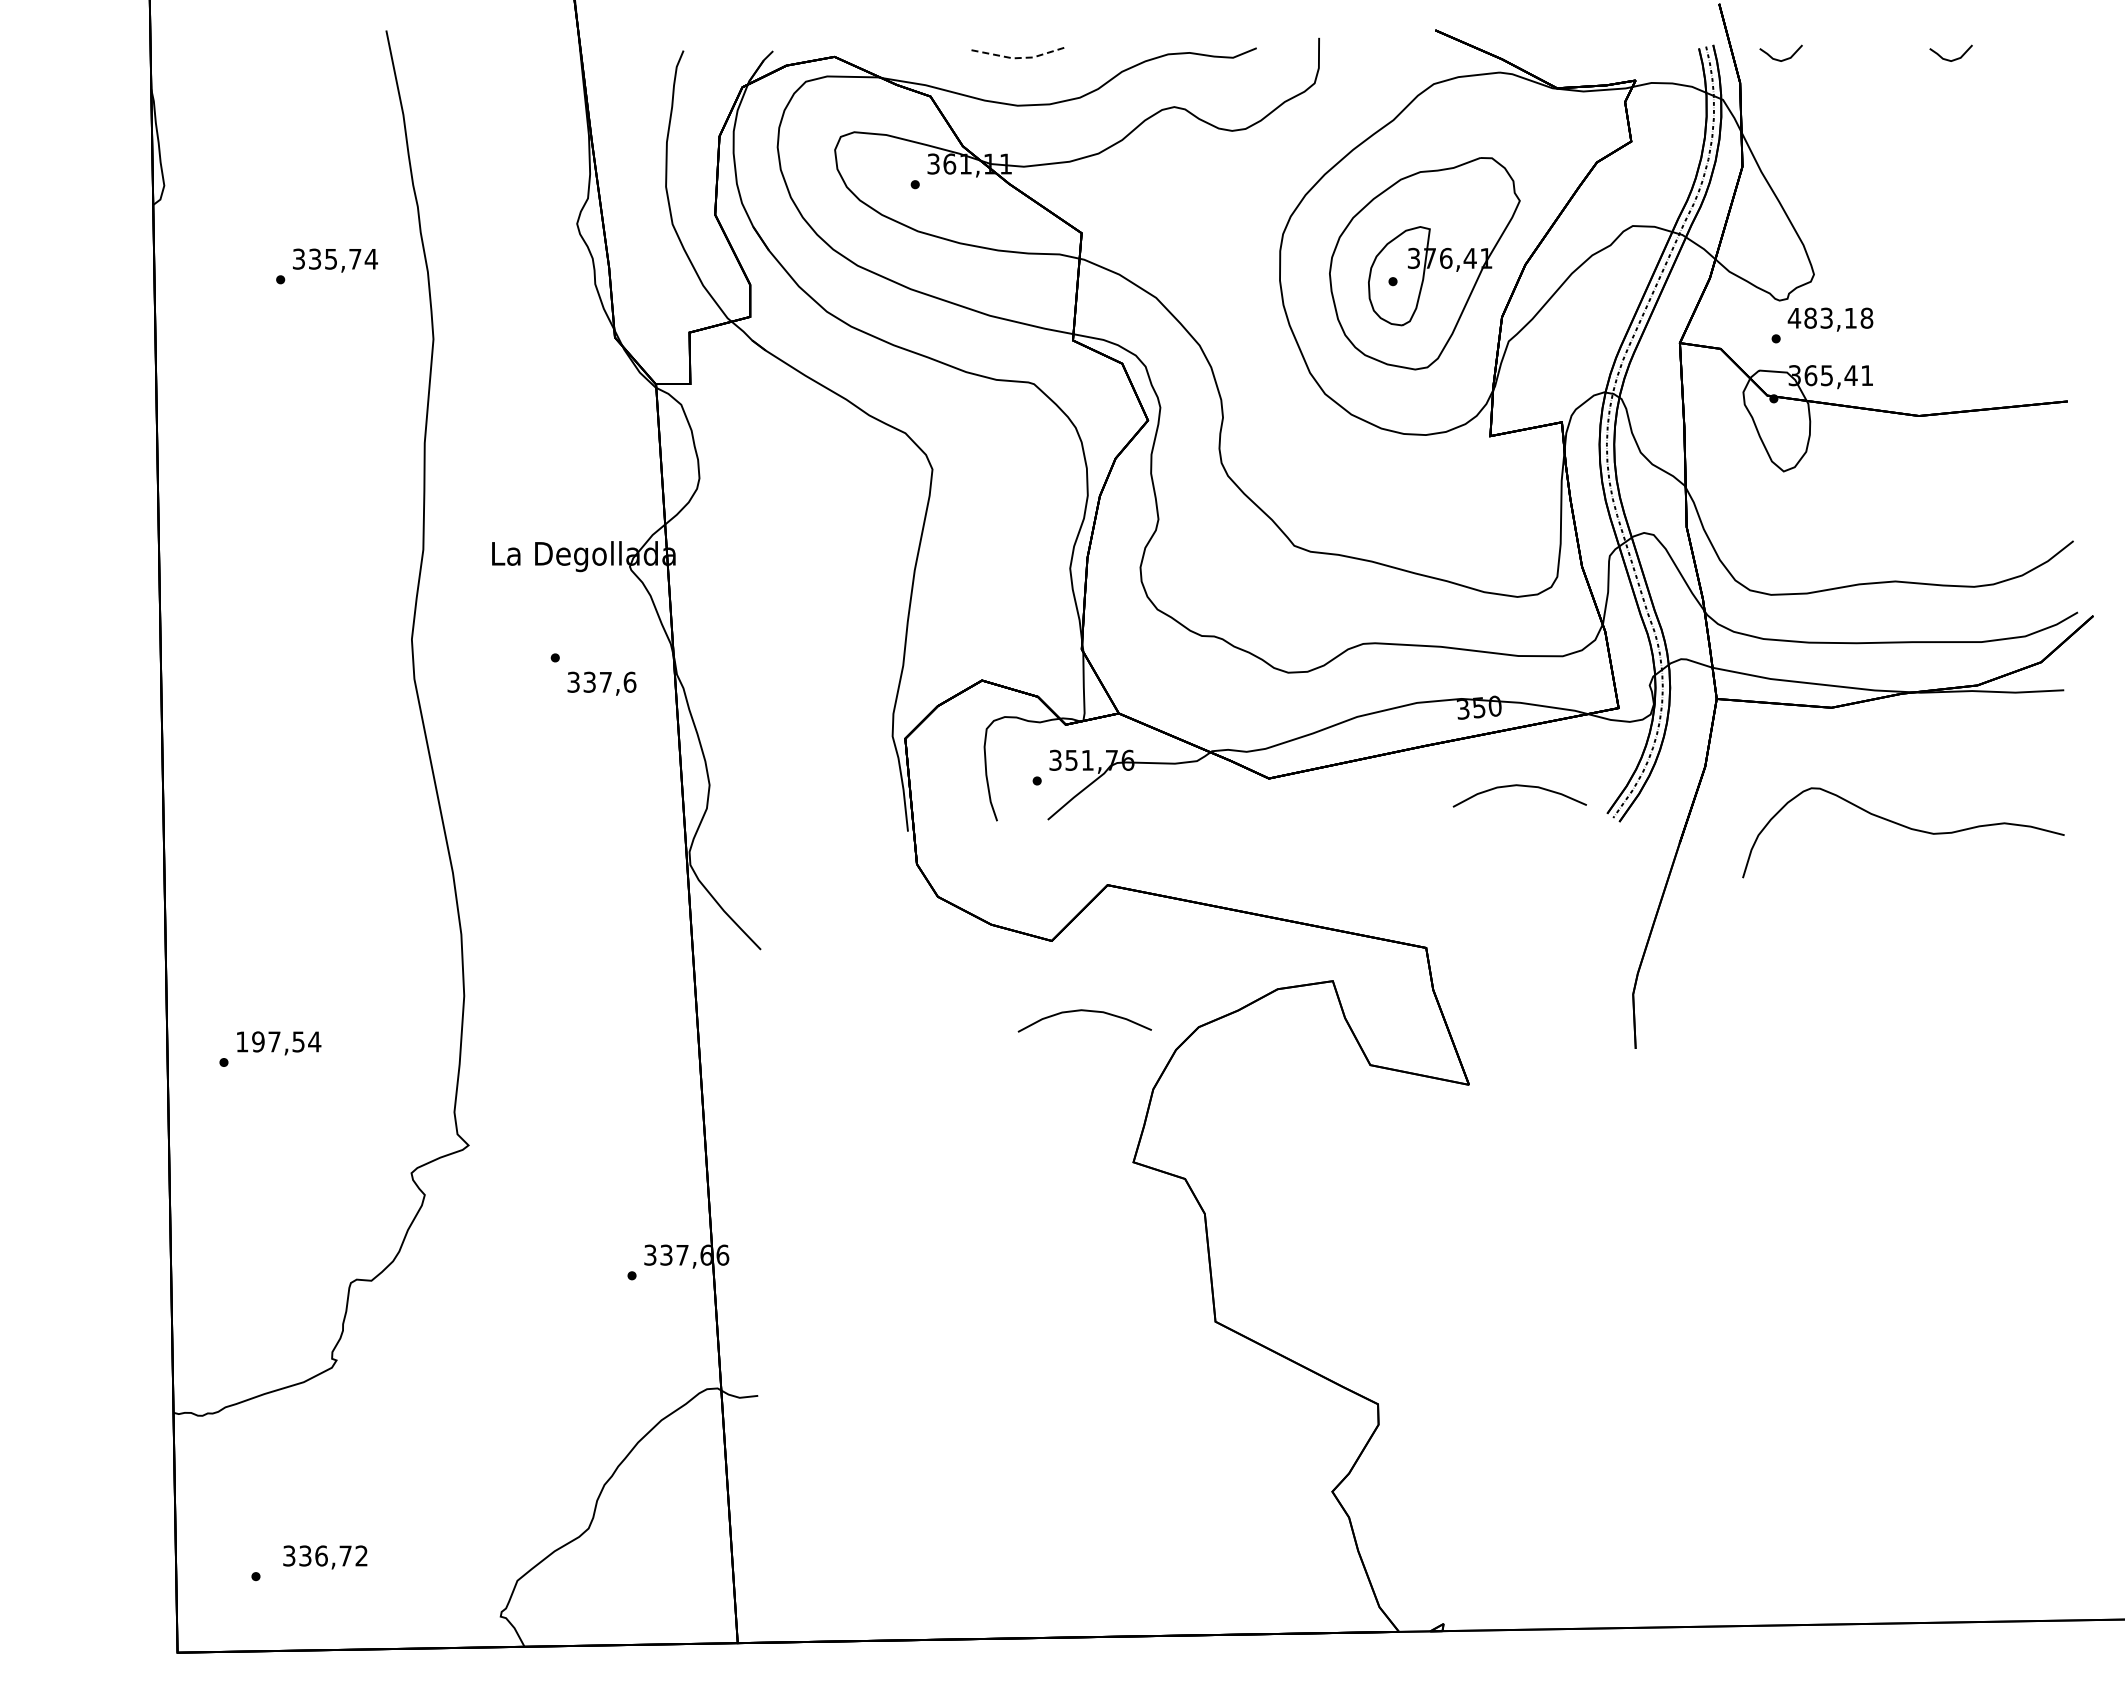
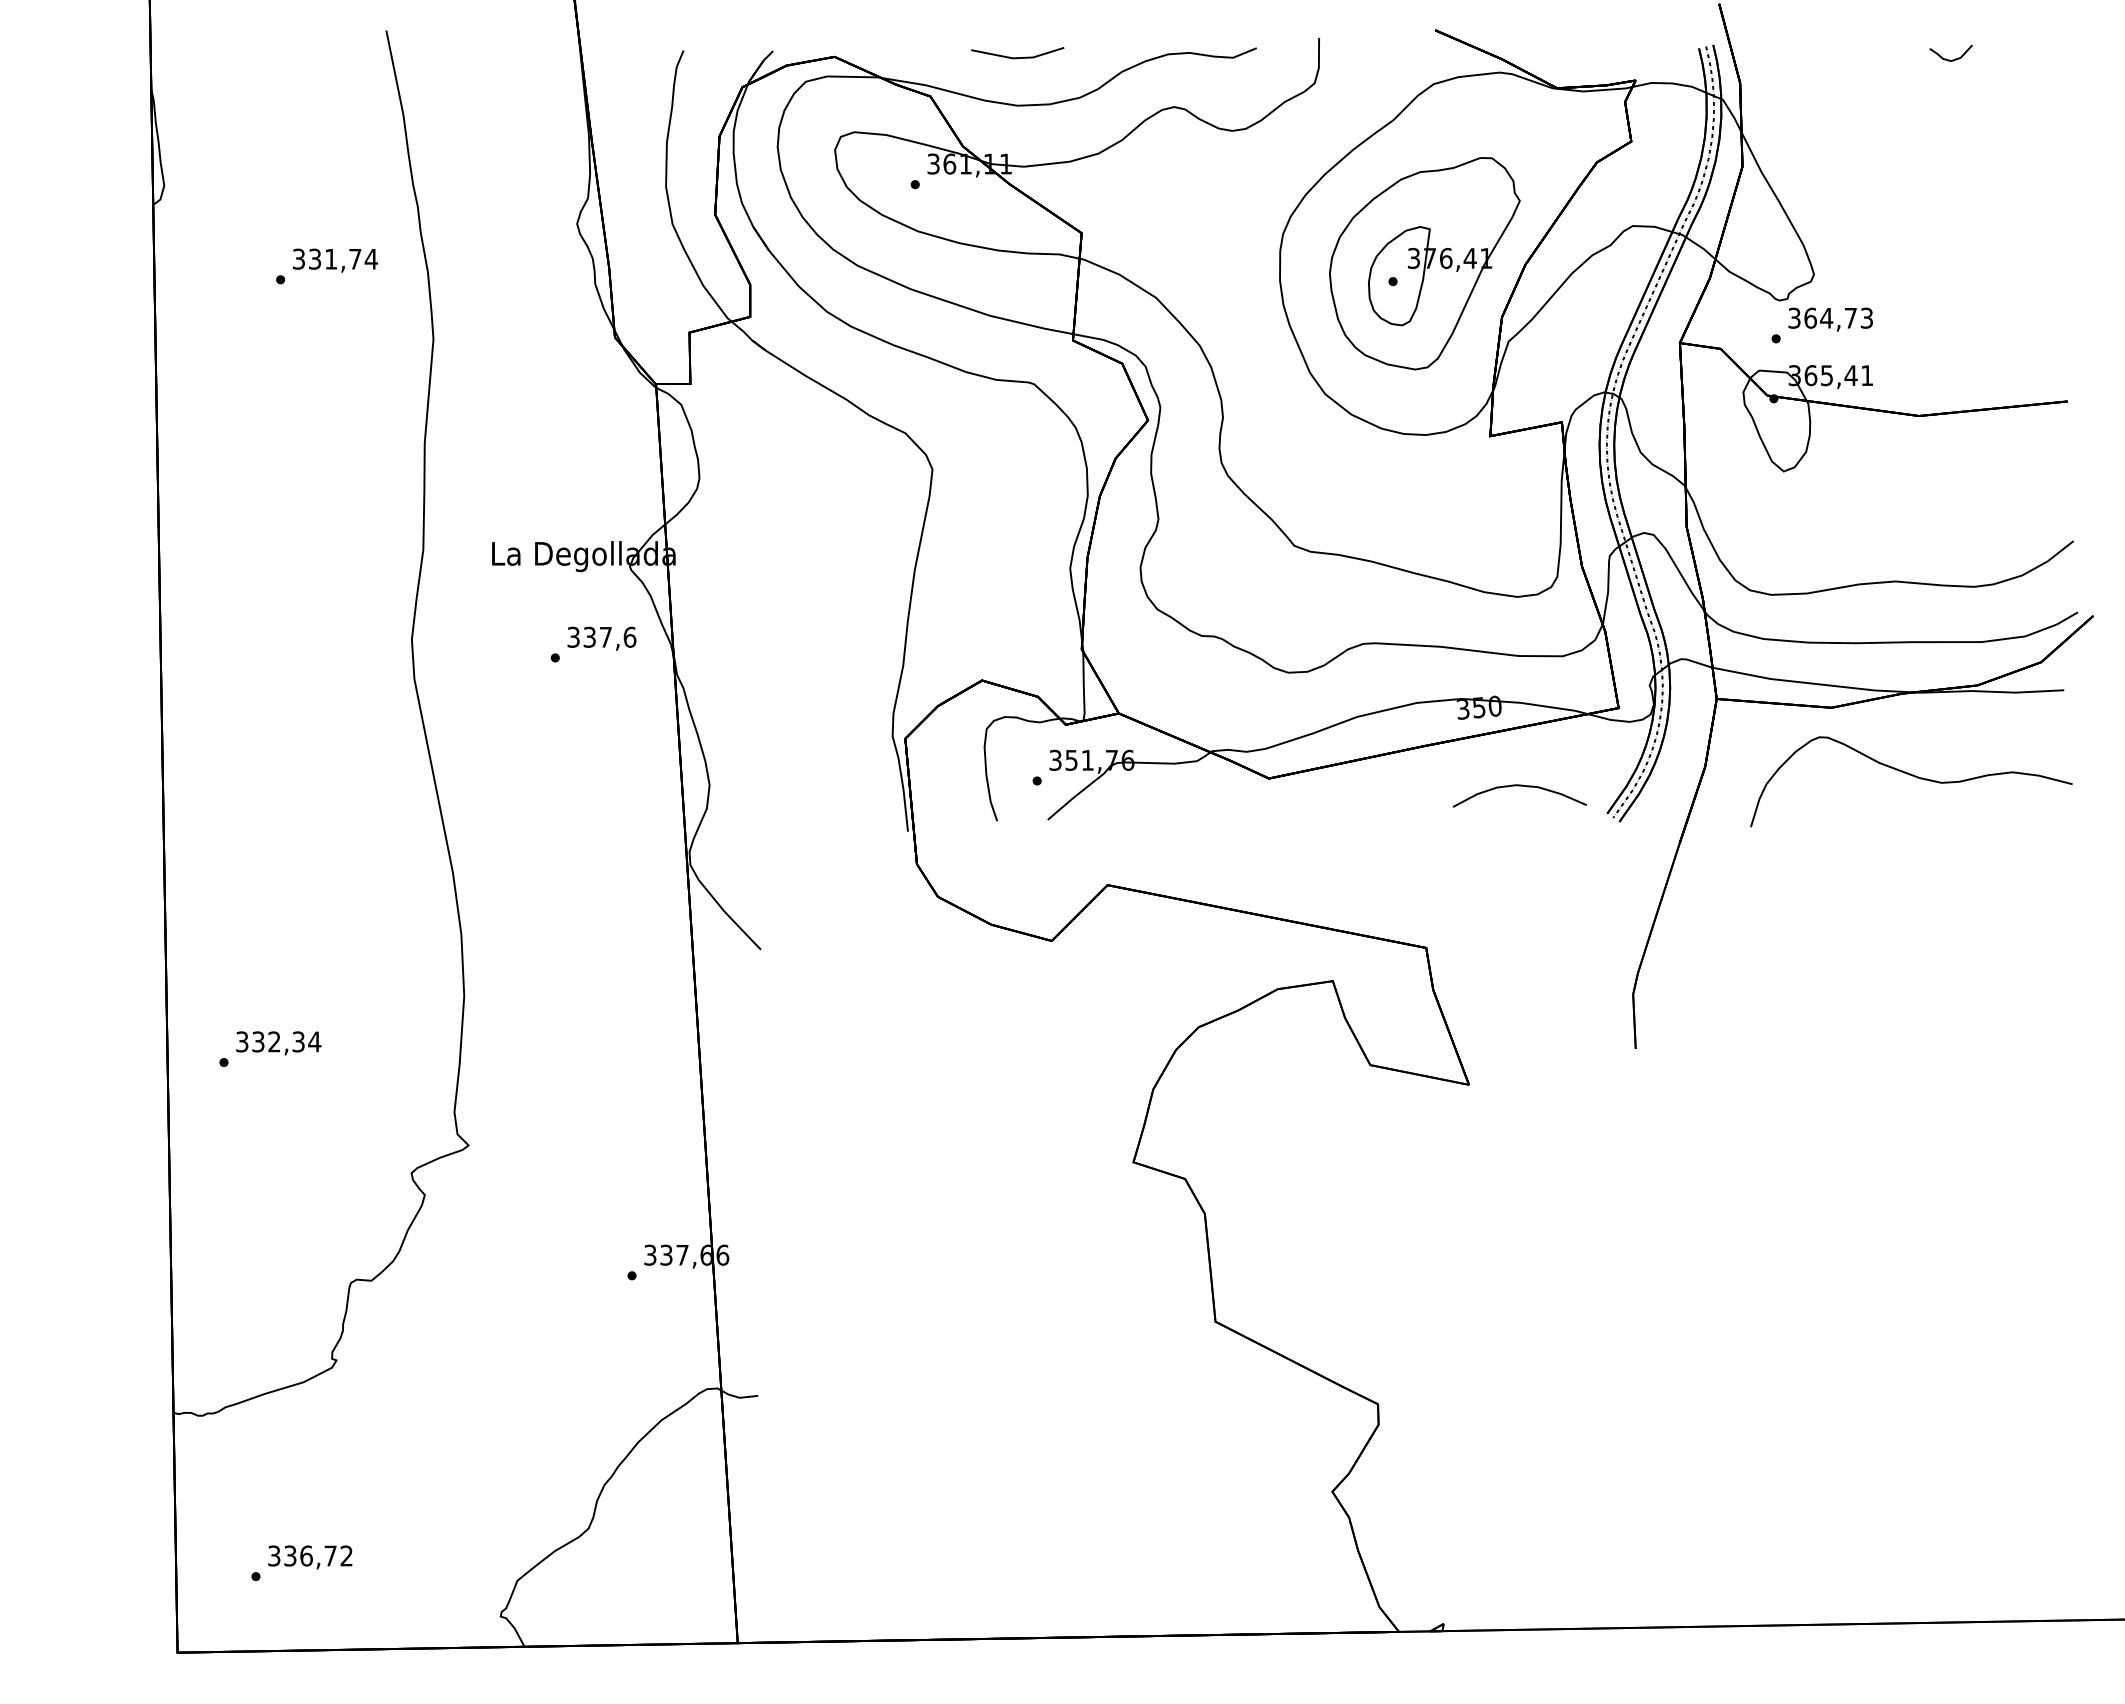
line at (1017, 58): dashed -> solid
curve at (1779, 59): present -> none
text at (330, 259): 335,74 -> 331,74
text at (1830, 317): 483,18 -> 364,73
text at (601, 683) position: (601, 683) -> (601, 638)
curve at (1906, 828) position: (1906, 828) -> (1914, 777)
curve at (1084, 1011): present -> none
text at (270, 1041): 197,54 -> 332,34
text at (325, 1557) position: (325, 1557) -> (310, 1557)
